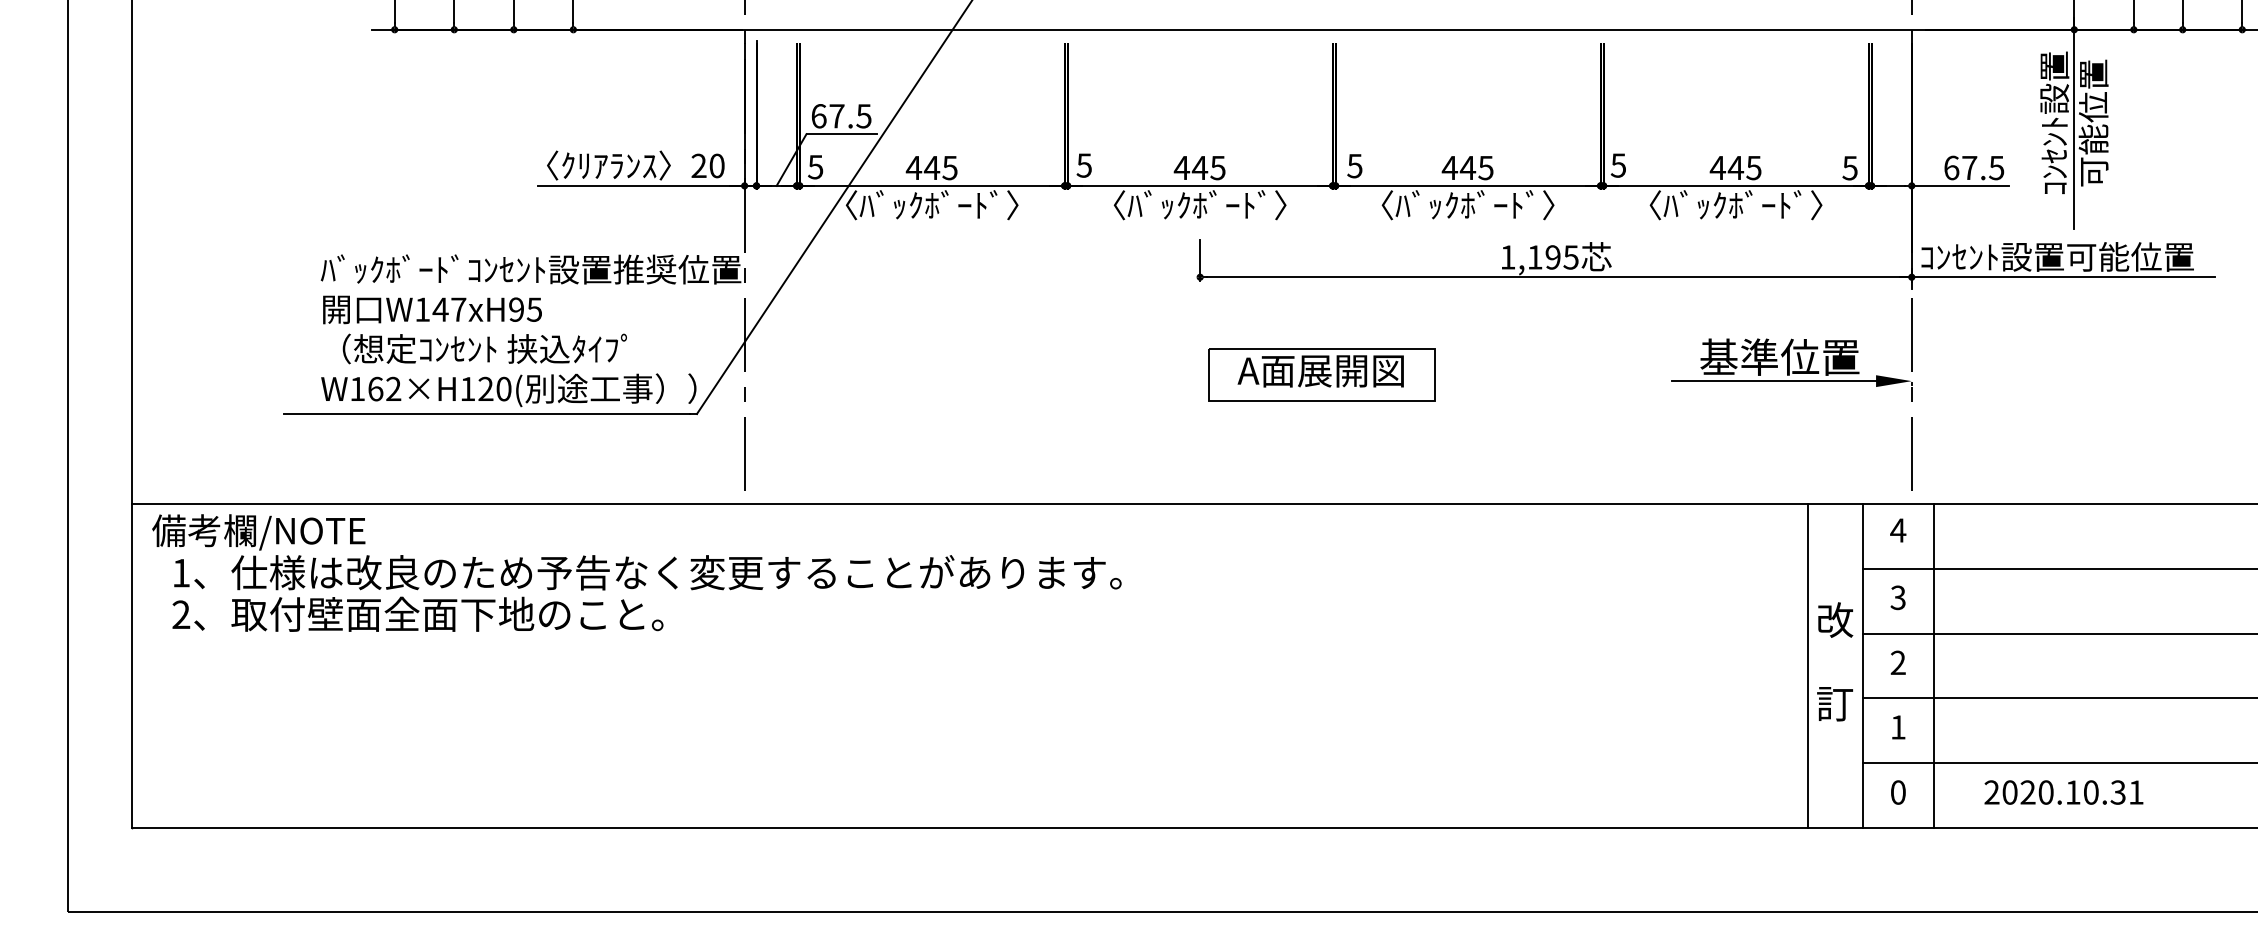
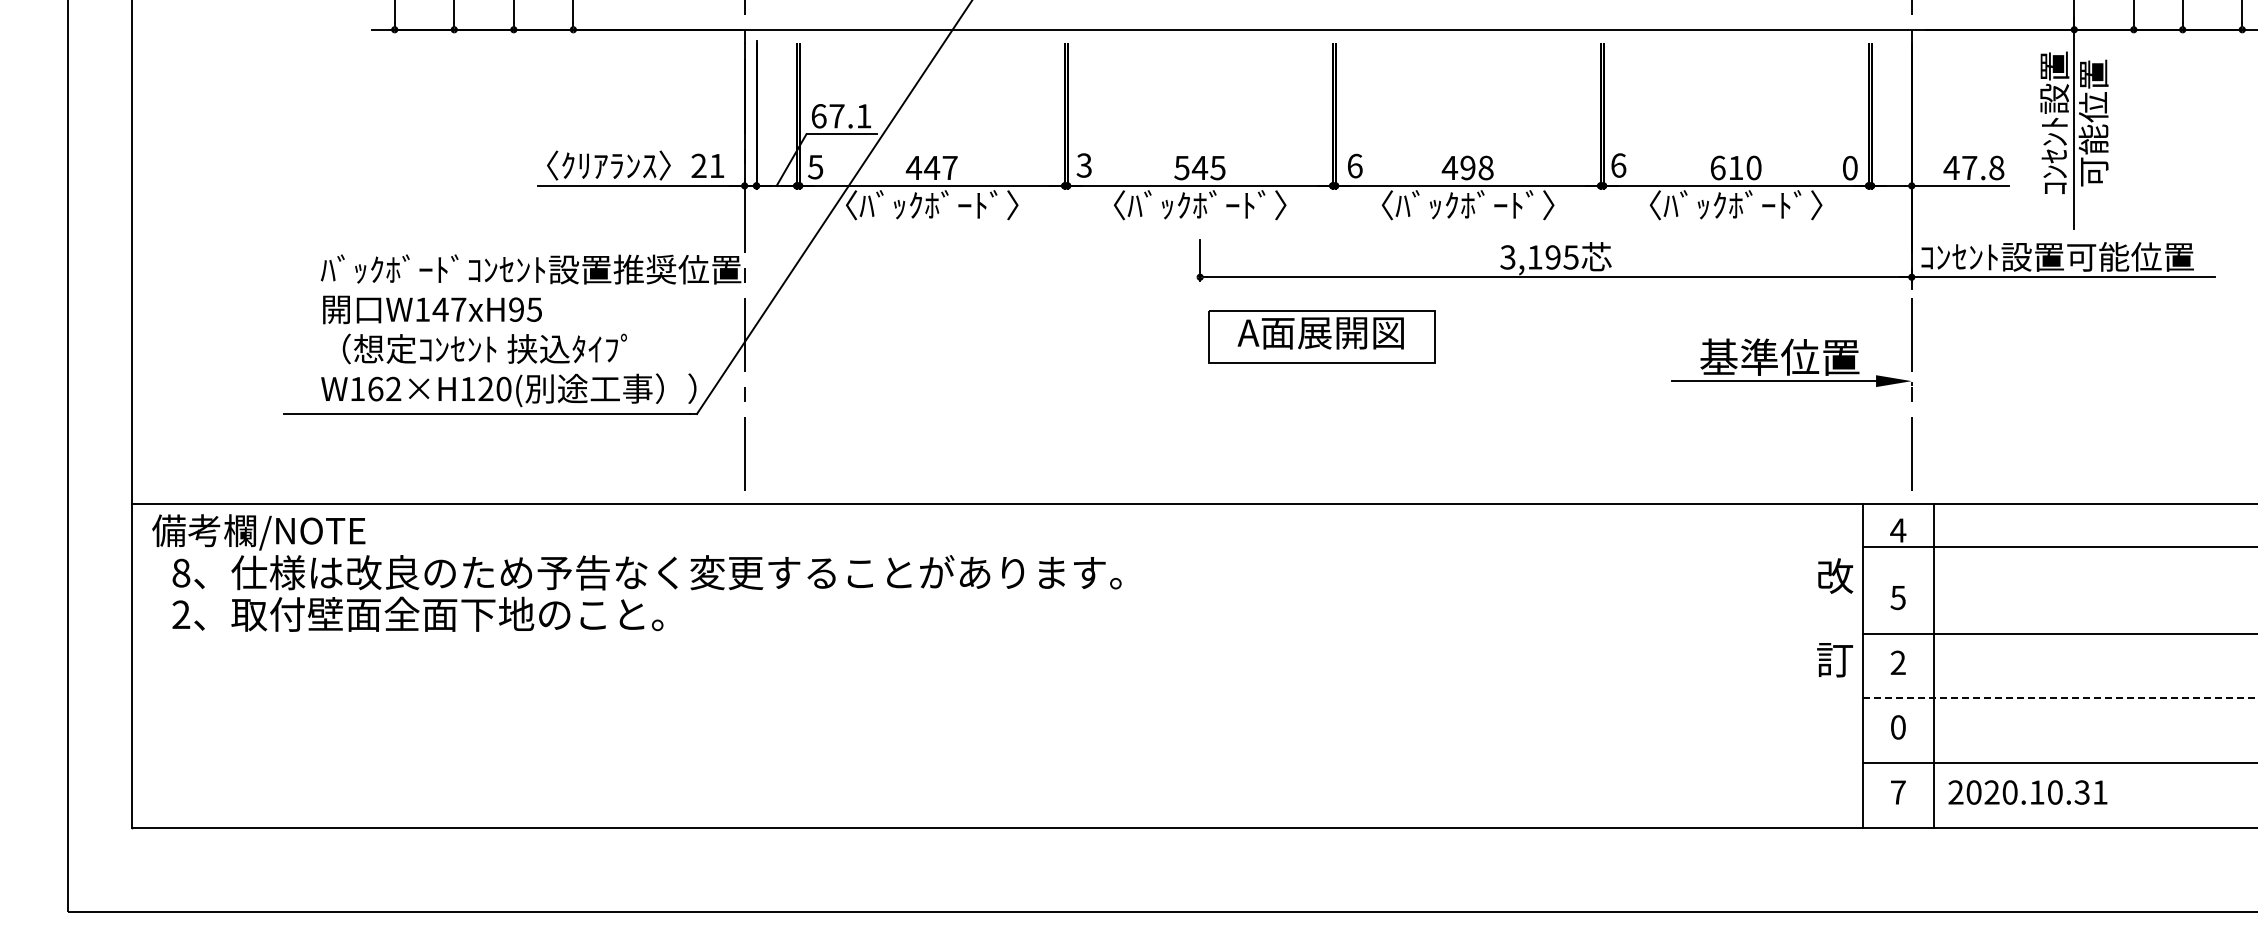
text at (863, 116): 67.5 -> 67.1
text at (716, 165): 20 -> 21
text at (1084, 165): 5 -> 3
text at (1354, 165): 5 -> 6
text at (1618, 165): 5 -> 6
text at (1476, 167): 445 -> 498
text at (1735, 167): 445 -> 610
text at (1849, 167): 5 -> 0
text at (1973, 167): 67.5 -> 47.8
text at (949, 168): 445 -> 447
text at (1181, 168): 445 -> 545
text at (1507, 257): 1,195 -> 3,195
part at (1321, 374) position: (1321, 374) -> (1321, 336)
line at (2058, 568) position: (2058, 568) -> (2058, 546)
text at (181, 572): 1 -> 8
text at (1897, 597): 3 -> 5
text at (1835, 661) position: (1835, 661) -> (1835, 617)
line at (1807, 665): present -> none
line at (2060, 698): solid -> dashed
text at (1898, 727): 1 -> 0
text at (1898, 792): 0 -> 7
text at (2063, 792) position: (2063, 792) -> (2027, 792)
